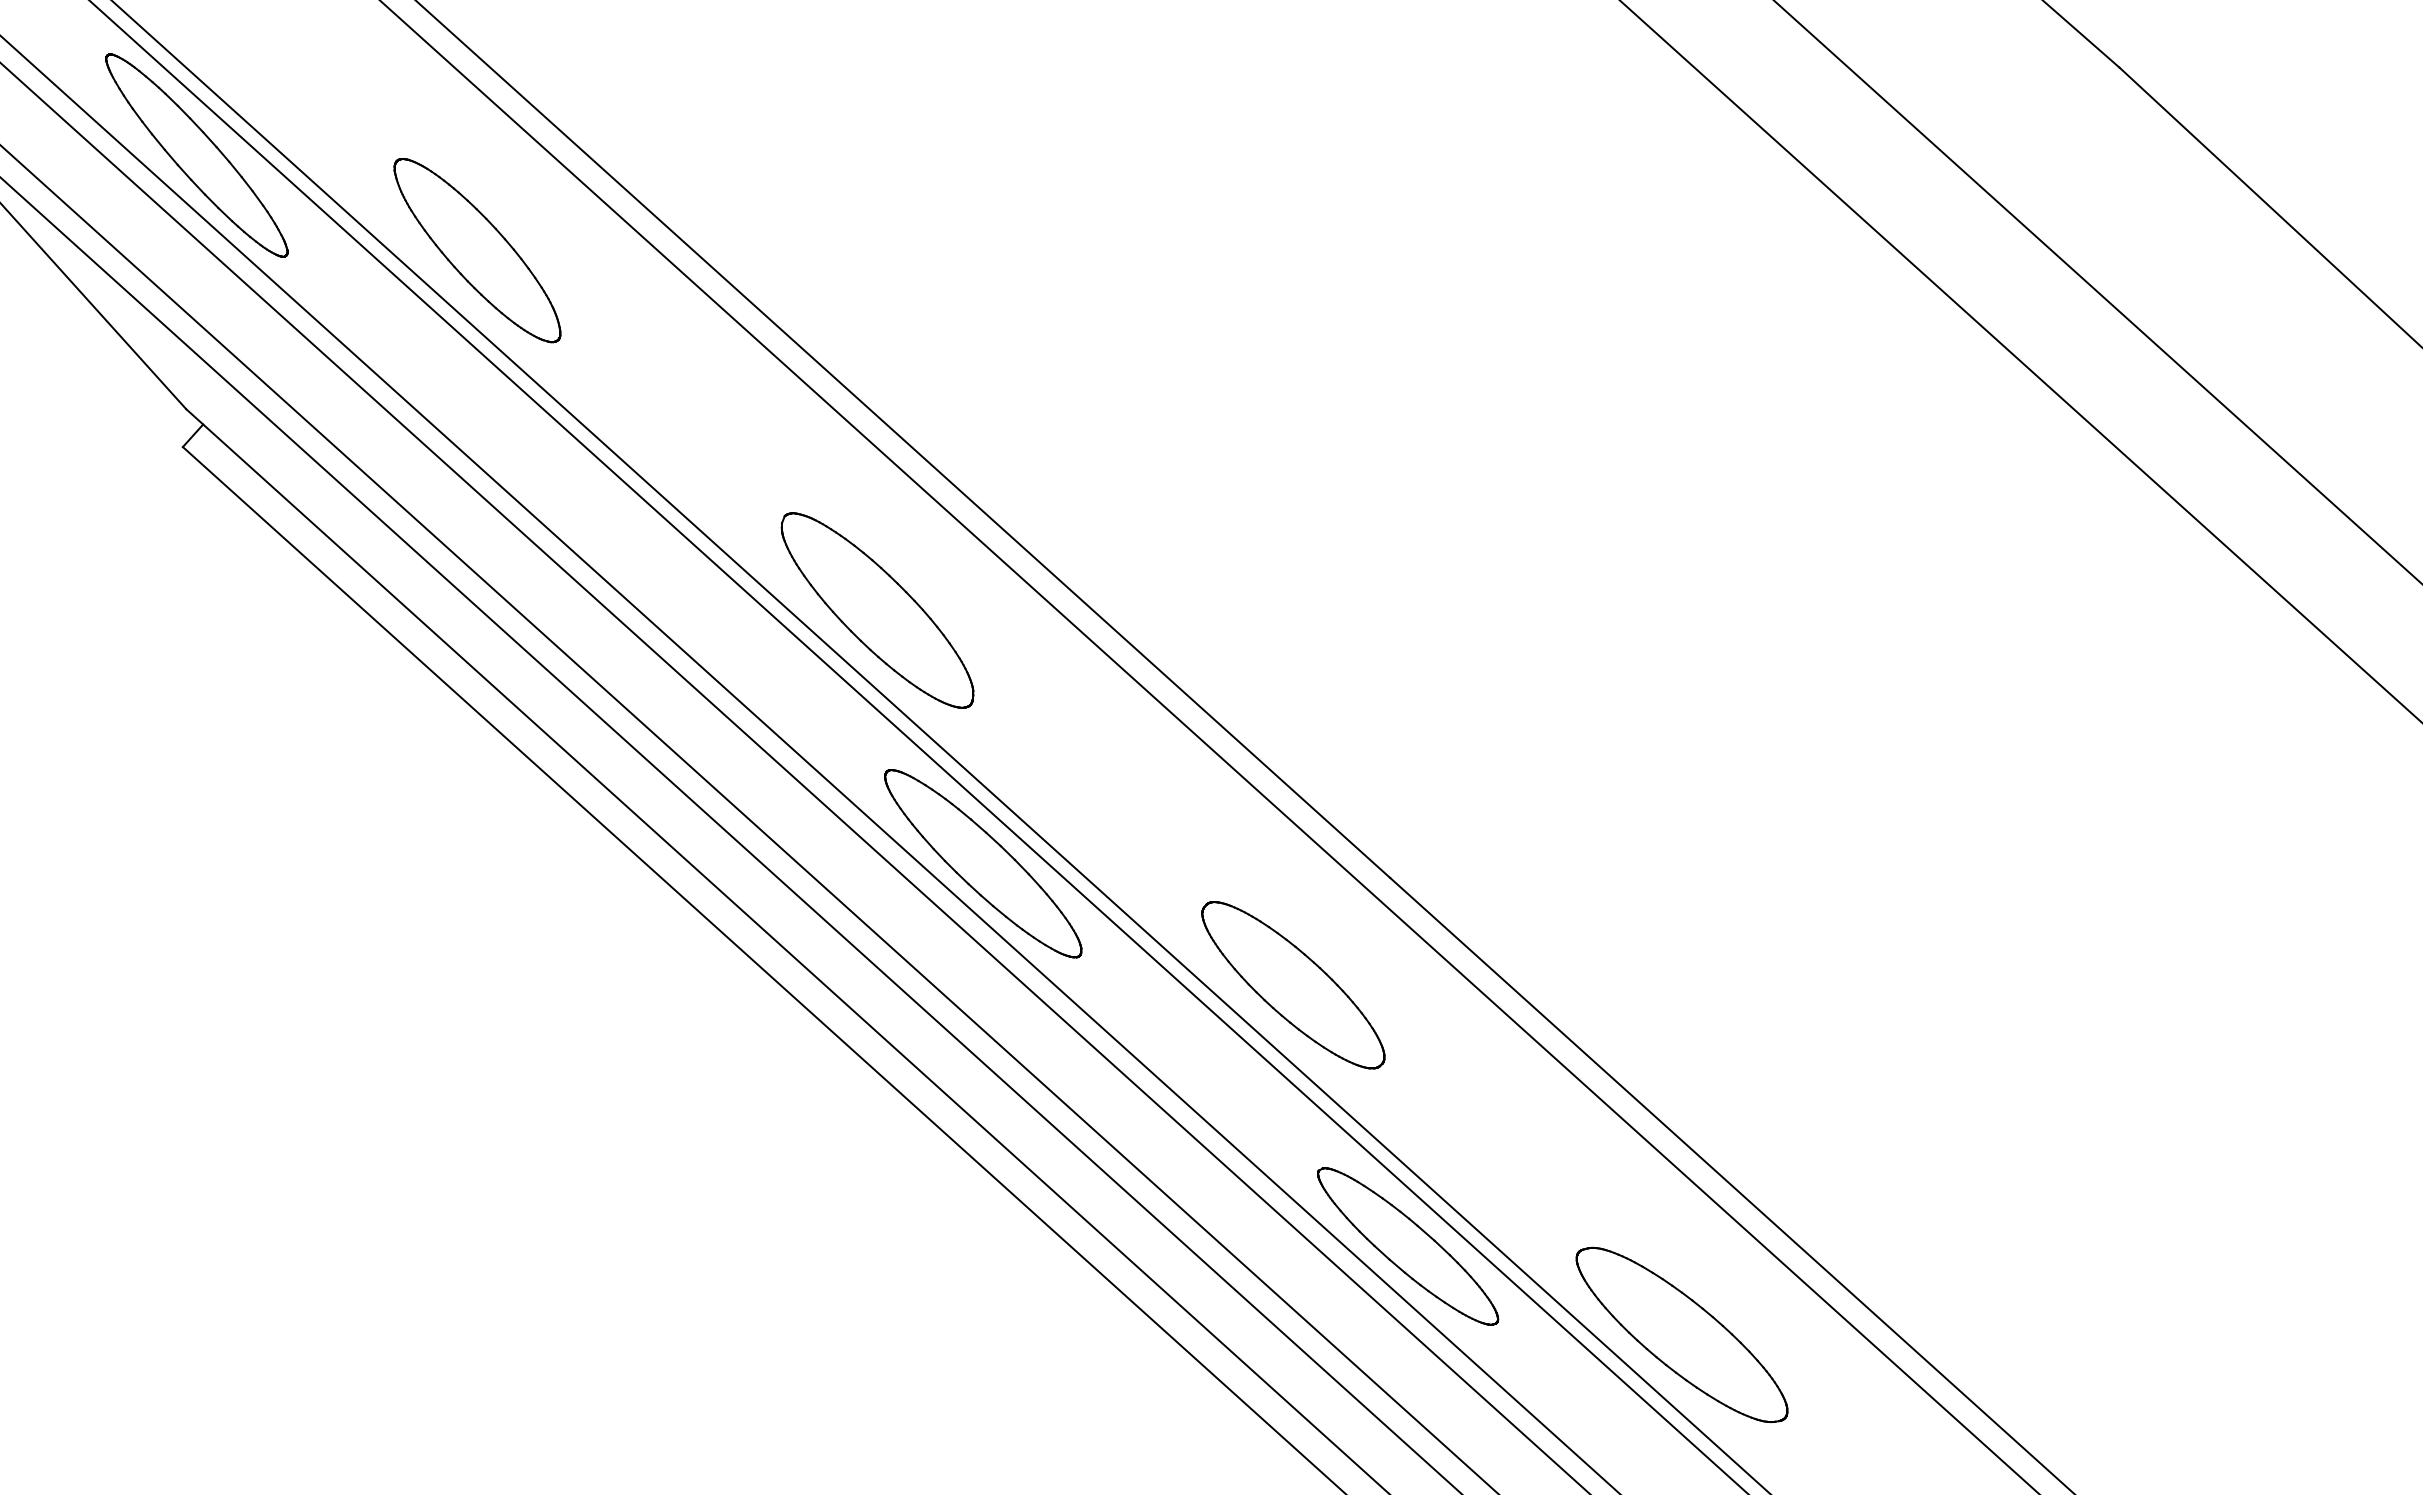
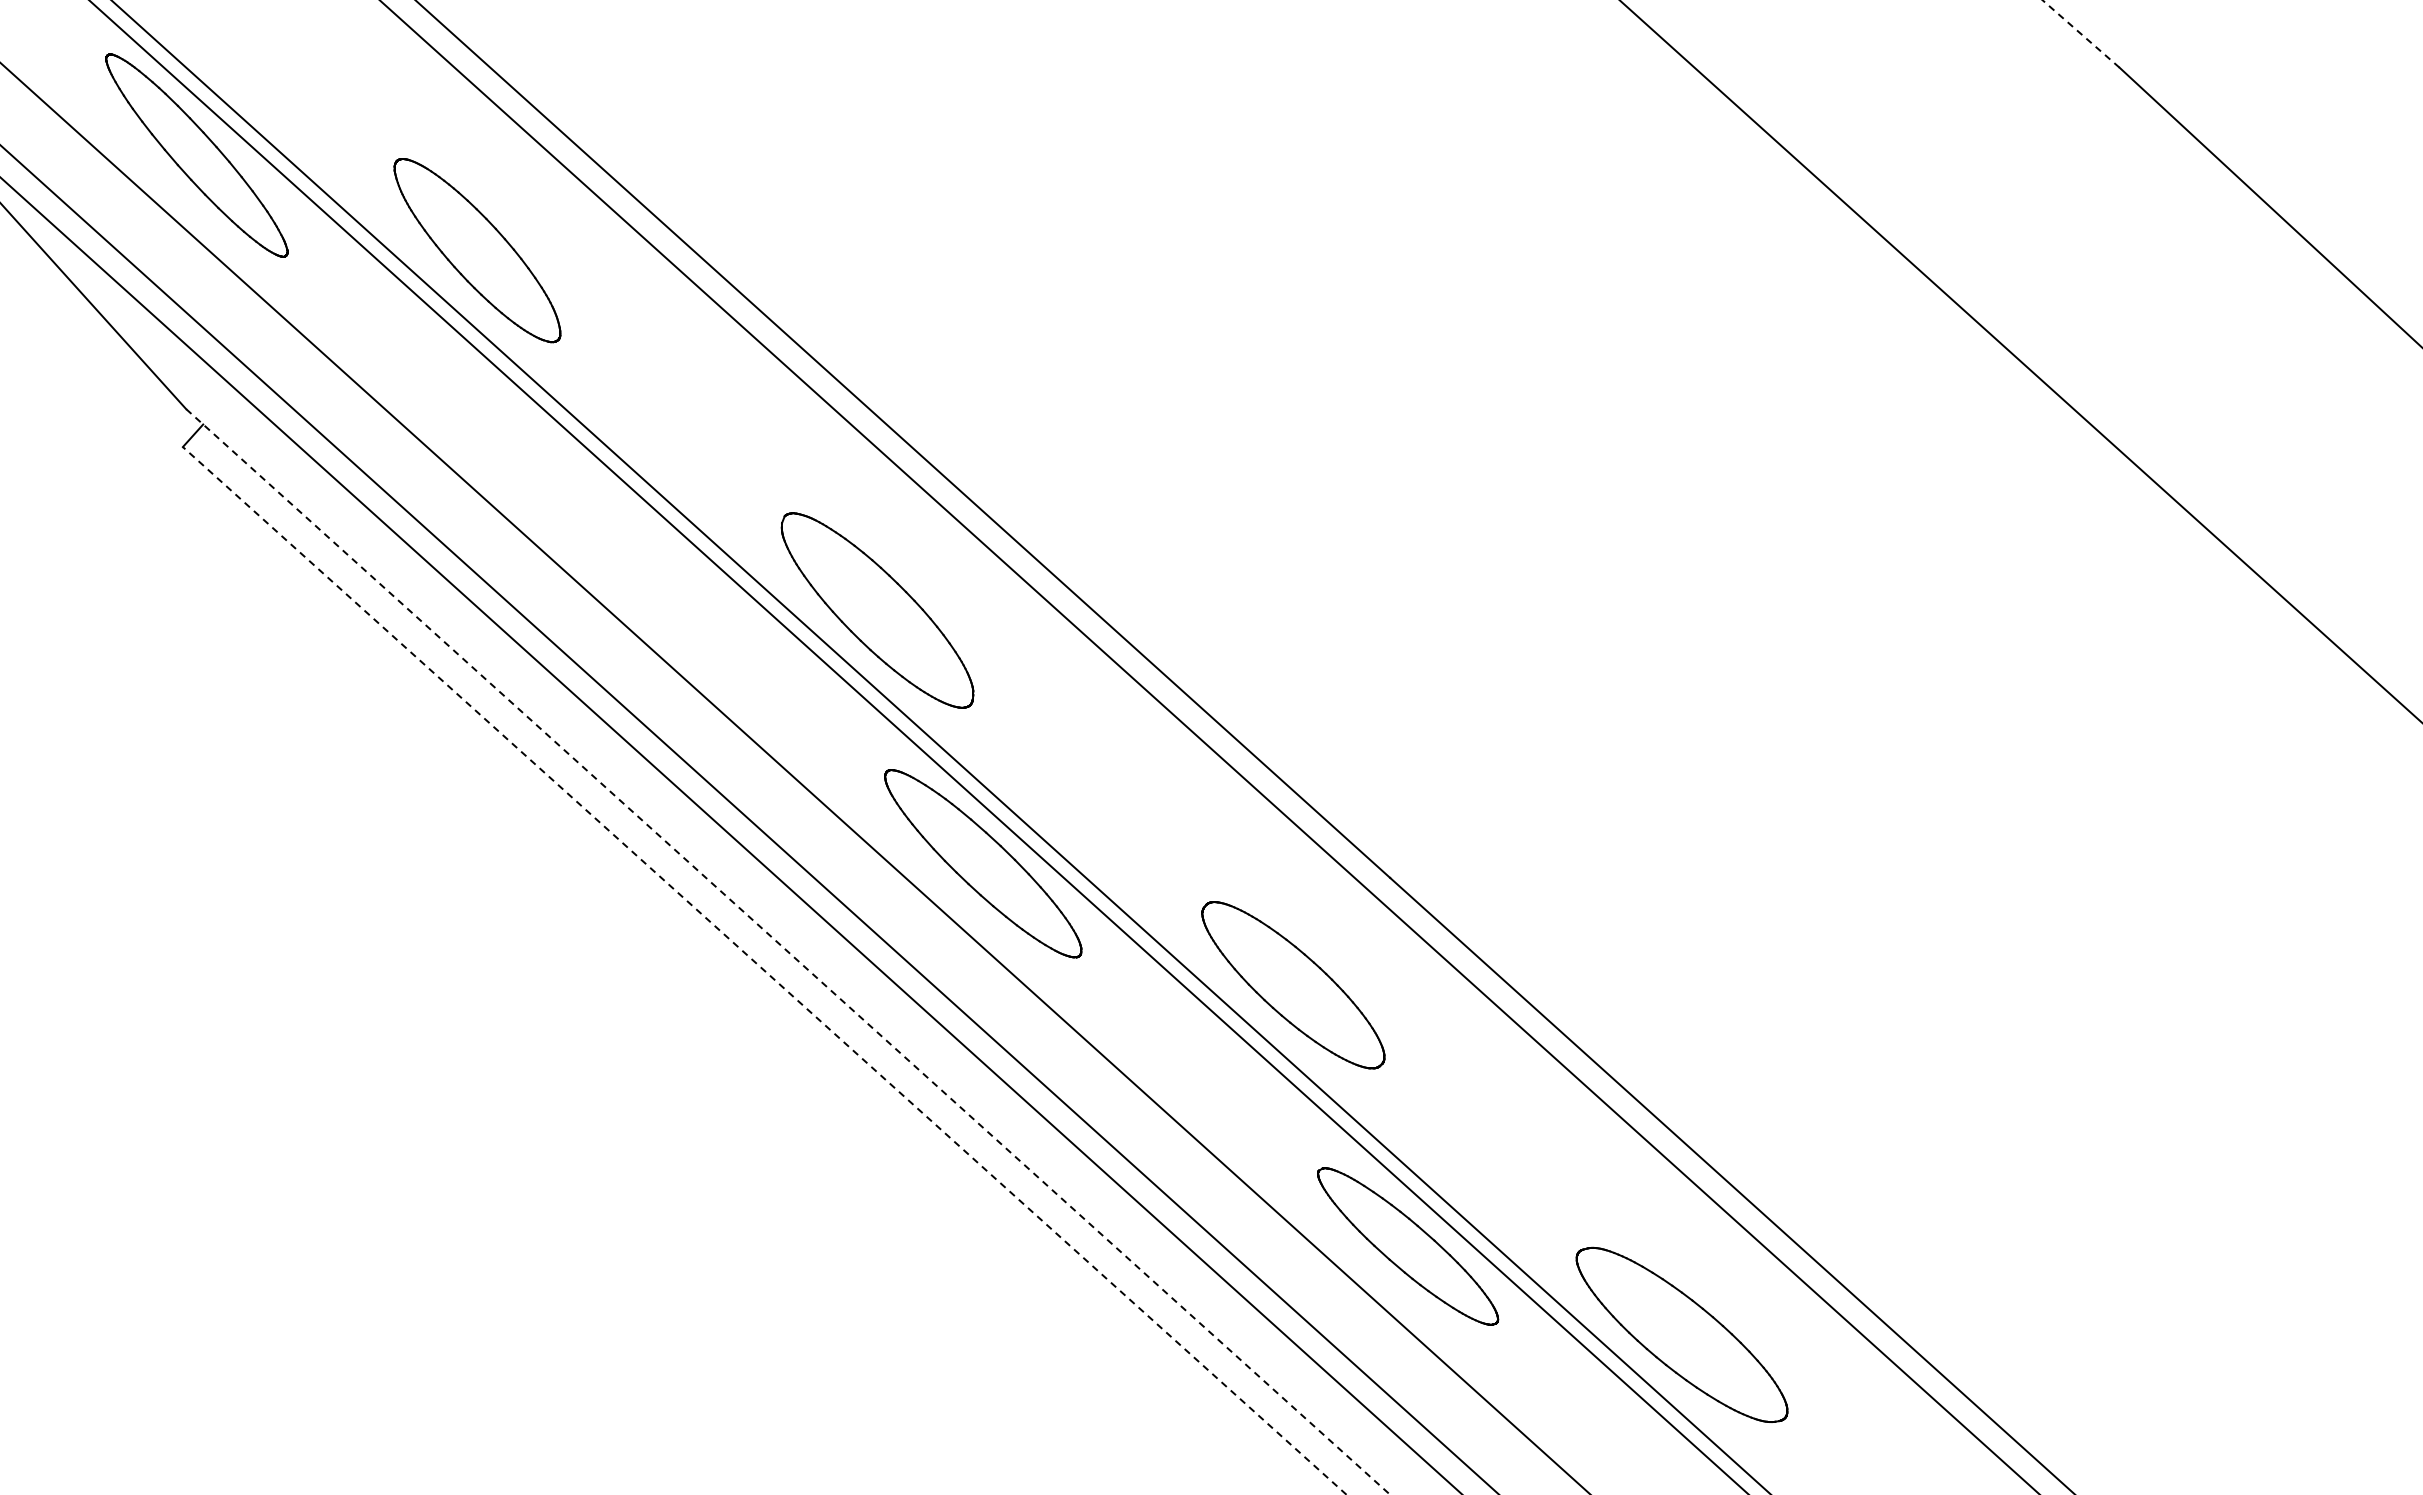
line at (2081, 34): solid -> dashed
line at (2097, 291): present -> none
line at (809, 764): present -> none
line at (788, 952): solid -> dashed
line at (764, 970): solid -> dashed
